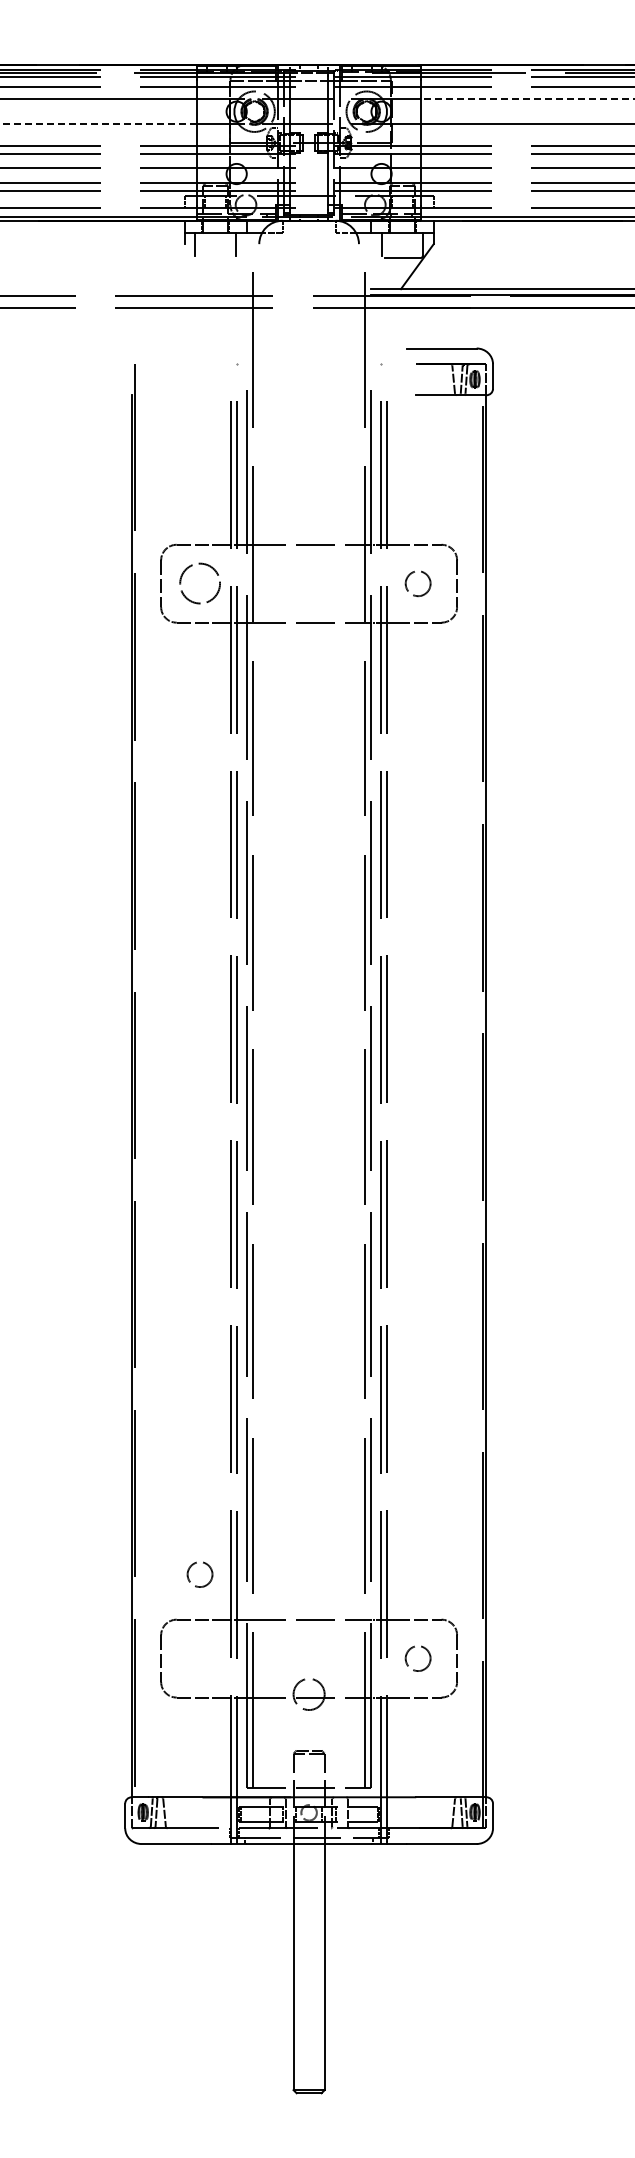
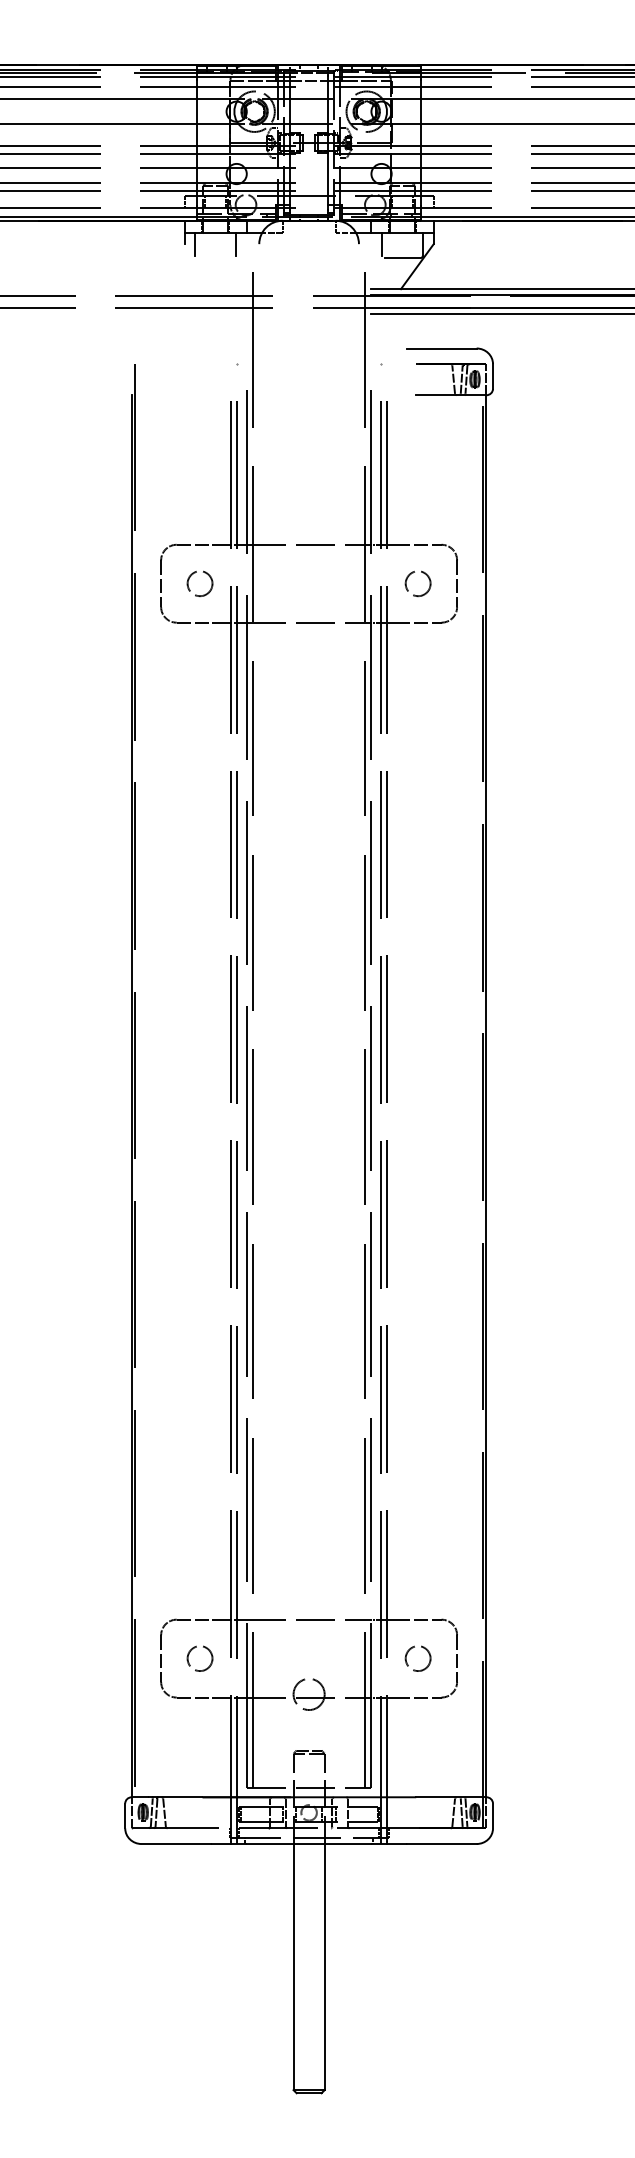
line at (527, 98): dashed -> solid
line at (98, 124): dashed -> solid
line at (501, 314): none -> present
circle at (199, 583) size: 42x43 px -> 28x28 px
circle at (199, 1574) position: (199, 1574) -> (199, 1658)
